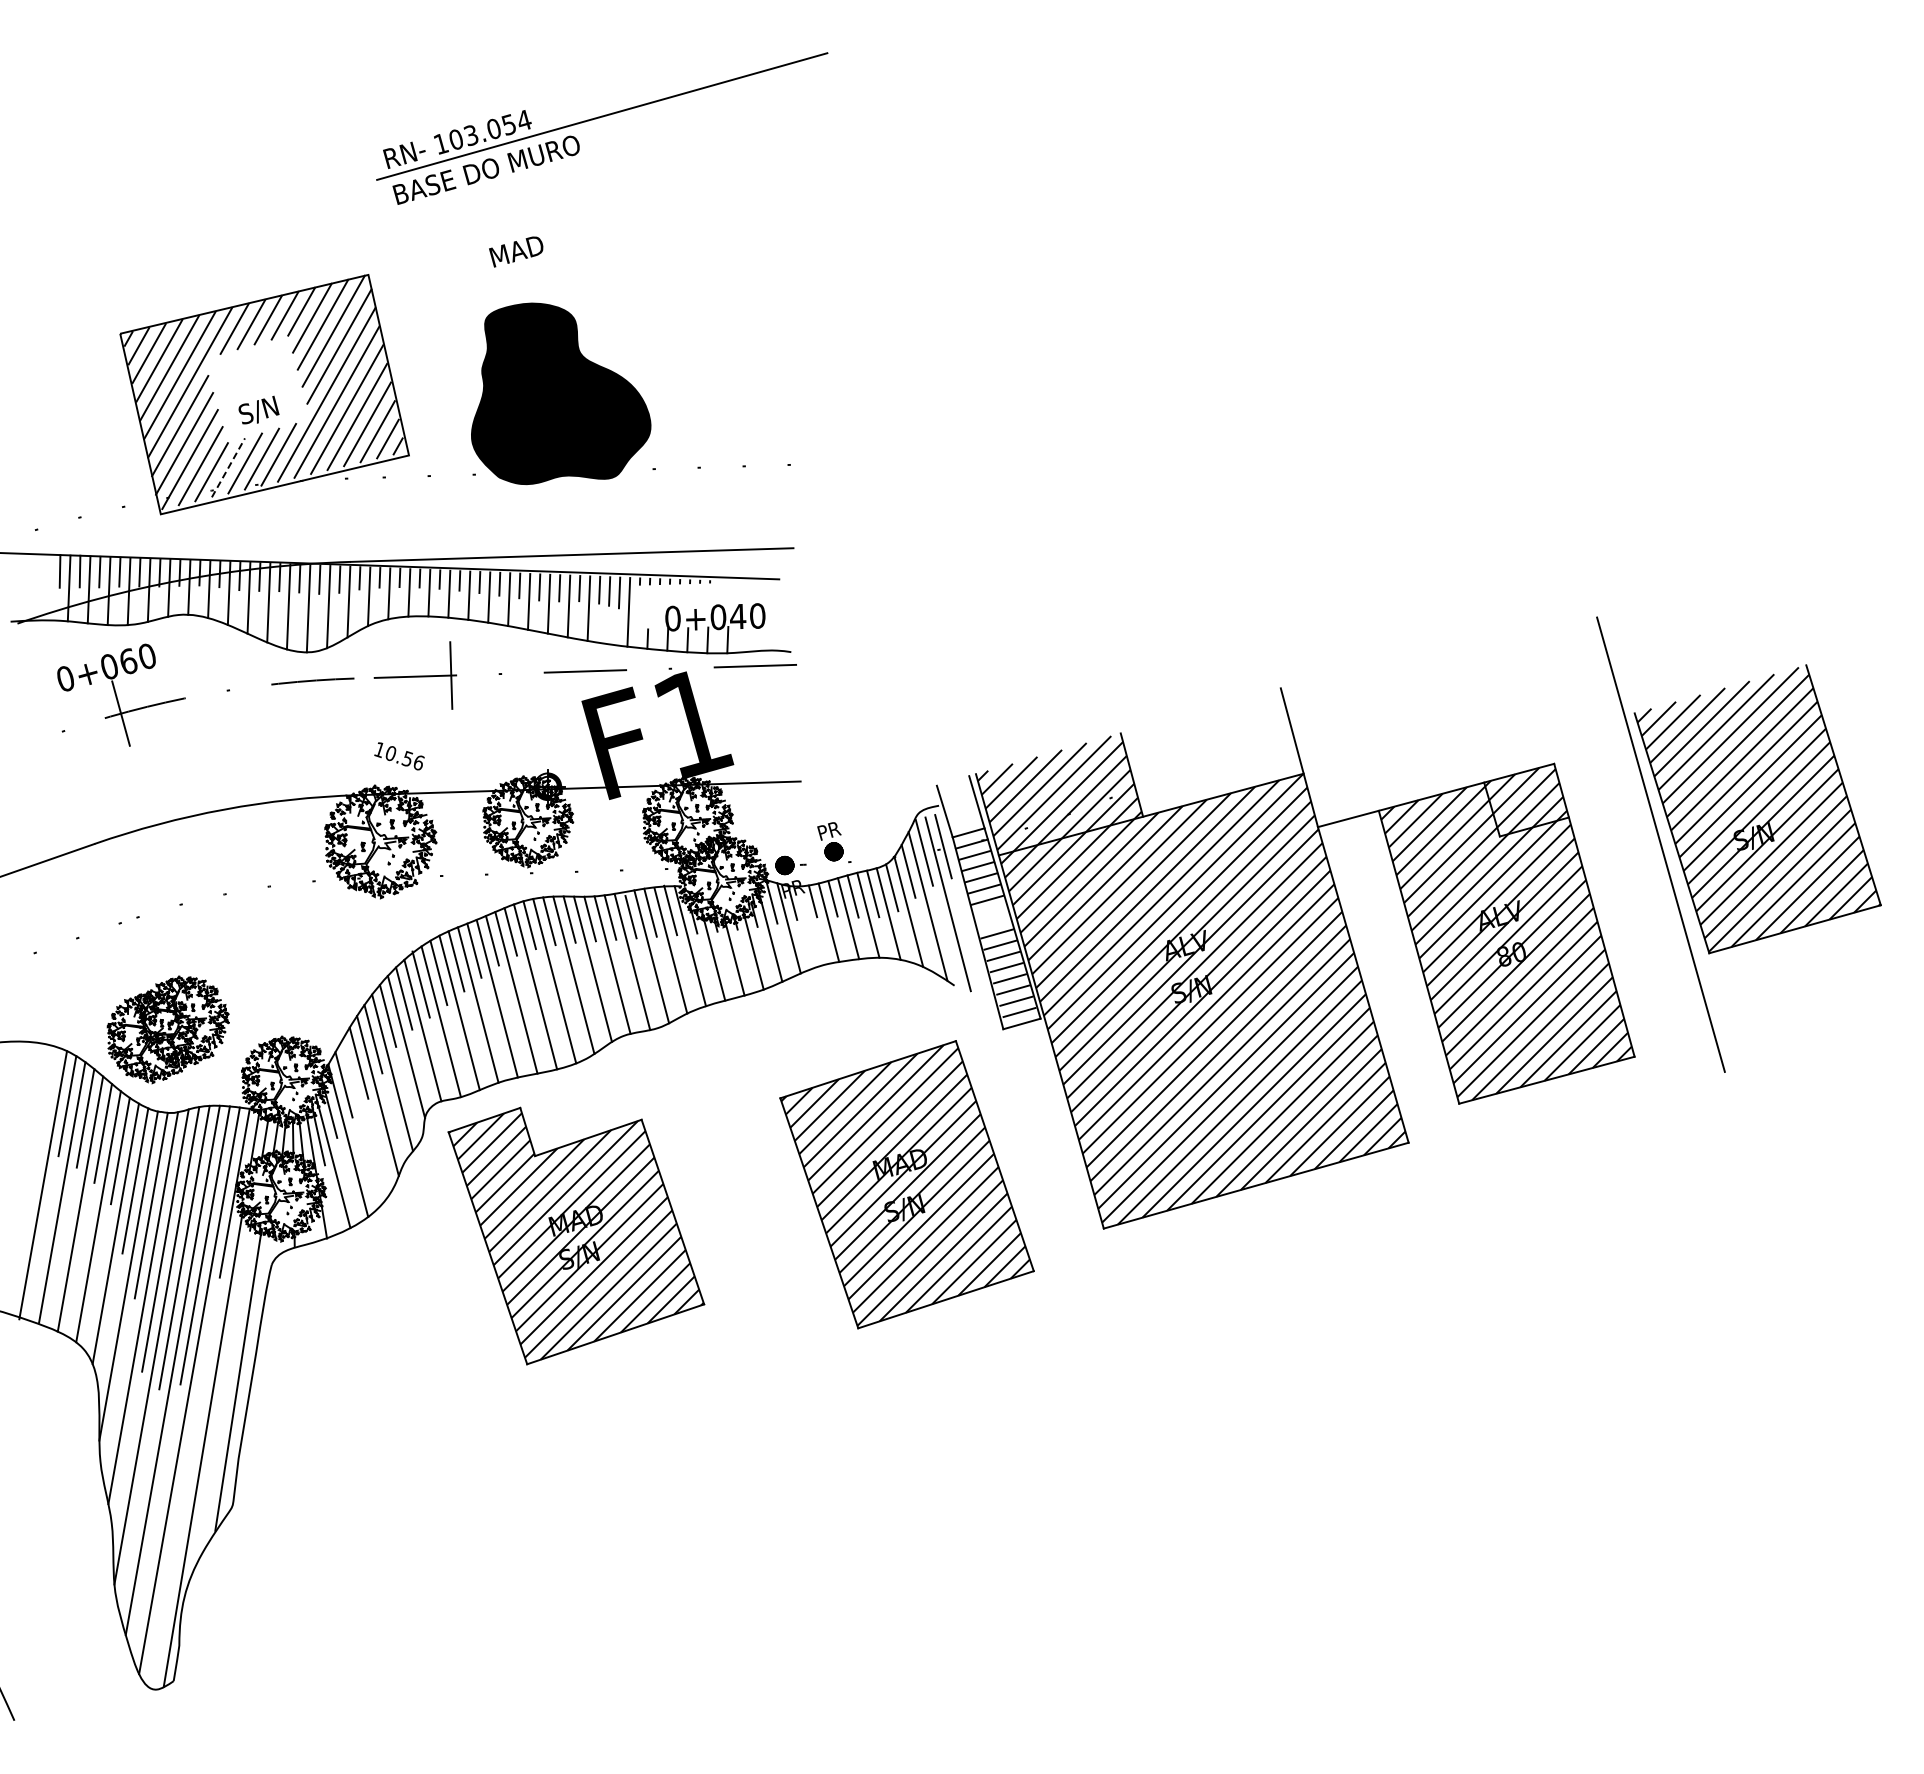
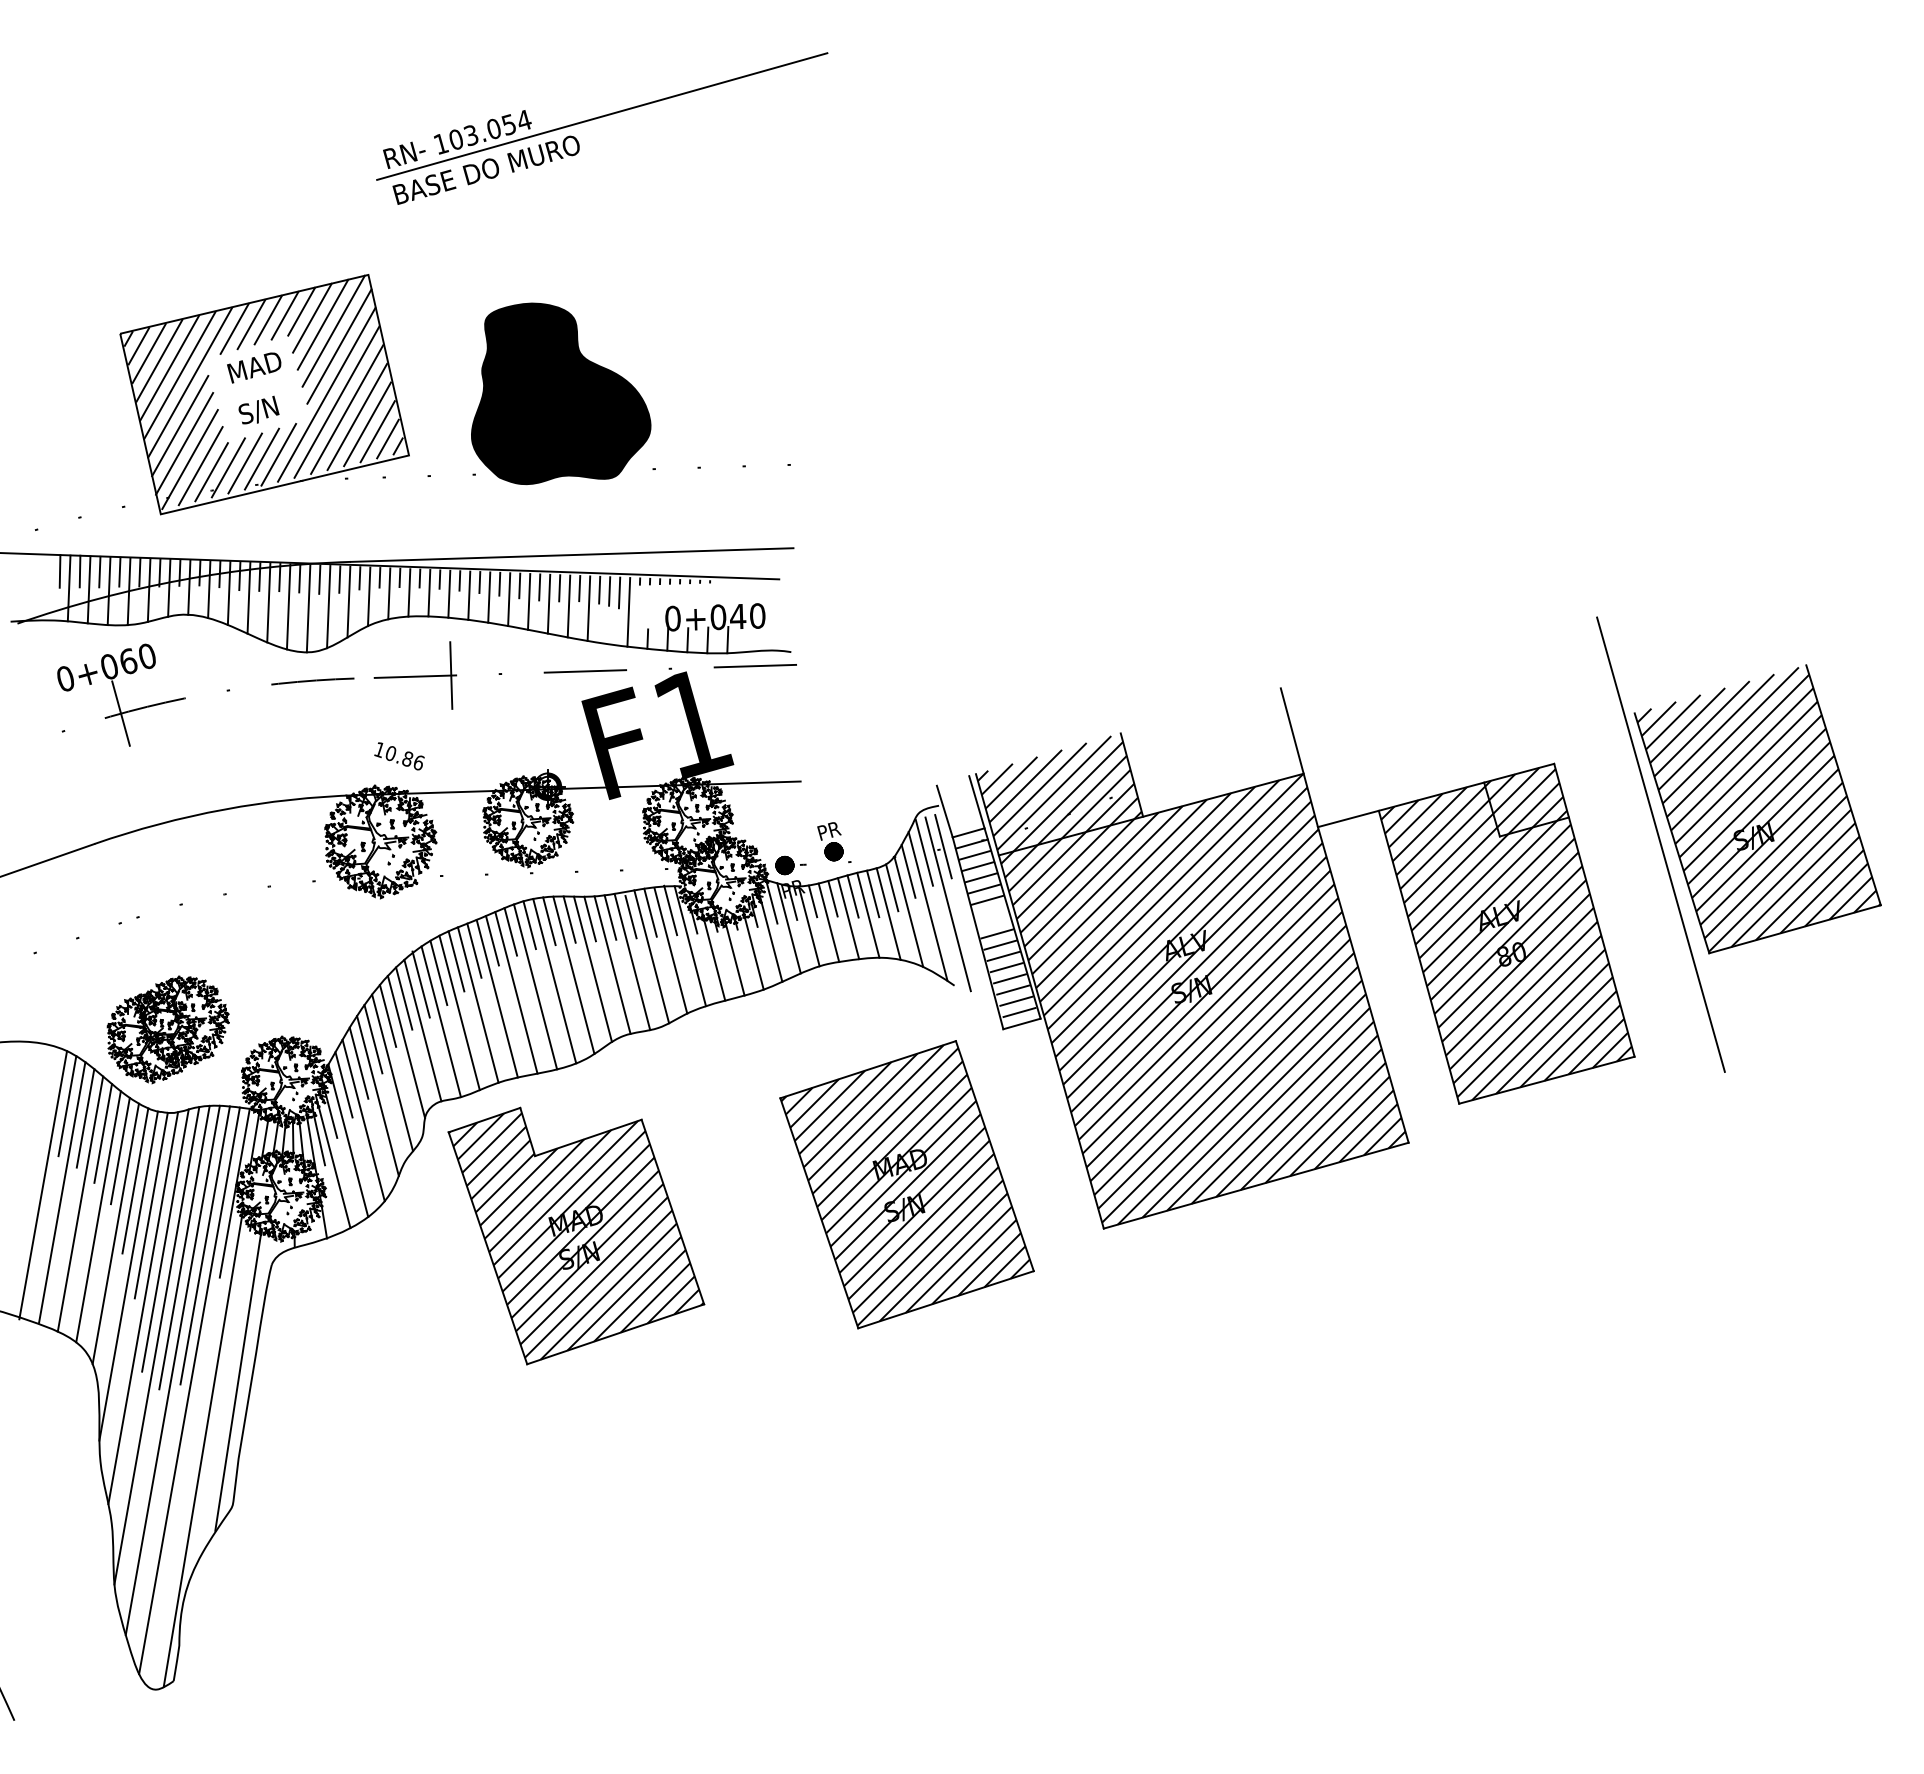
text at (516, 251) position: (516, 251) -> (254, 367)
line at (228, 467): dashed -> solid
text at (407, 758): 10.56 -> 10.86
line at (808, 926): none -> present
line at (363, 1120): none -> present
